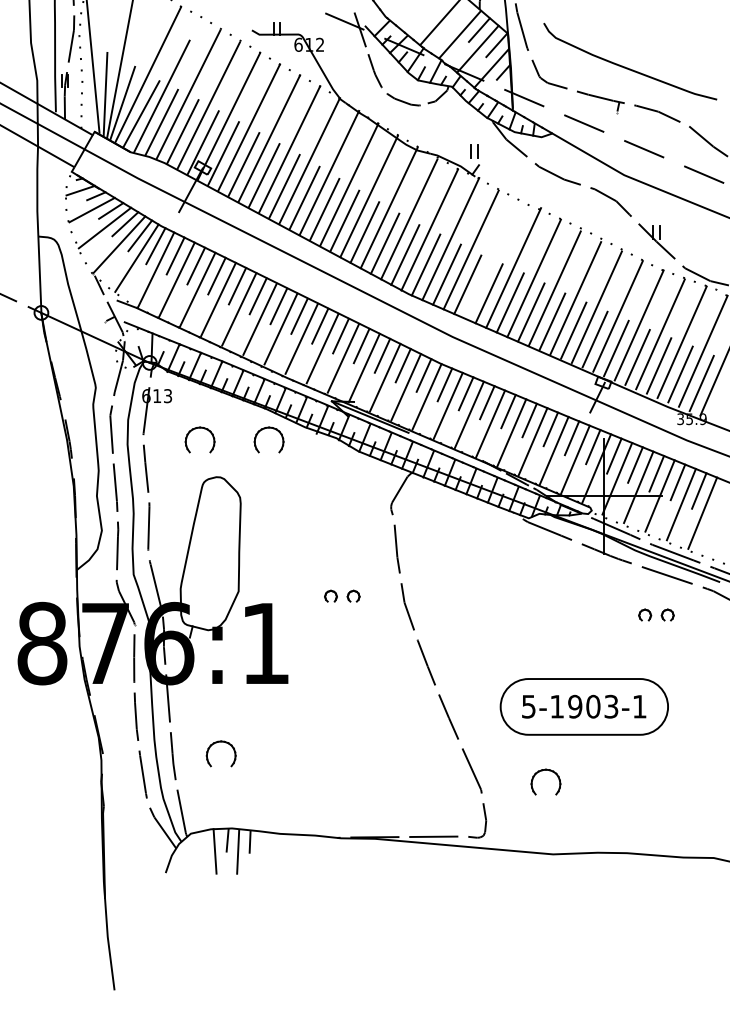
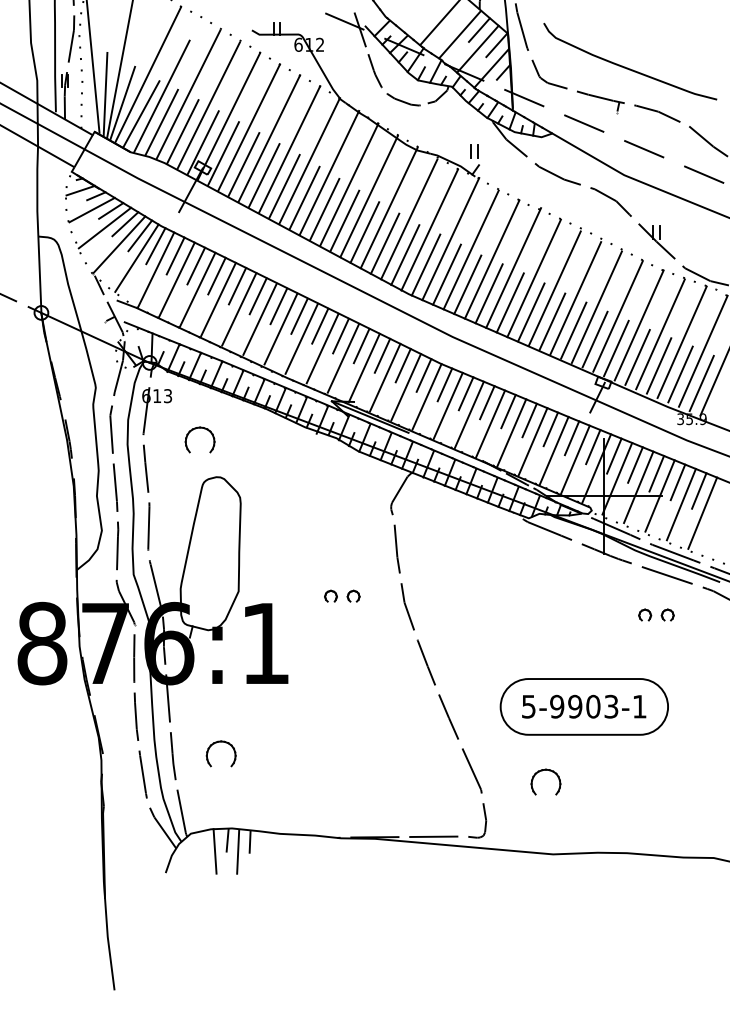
line at (491, 259): none -> present
part at (264, 429): present -> none
text at (557, 706): 5-1903-1 -> 5-9903-1
